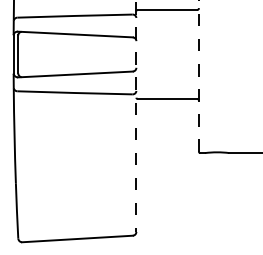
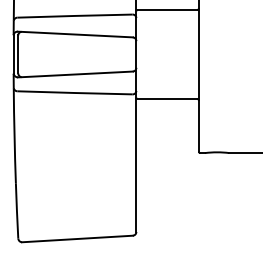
line at (199, 75): dashed -> solid
line at (136, 115): dashed -> solid
